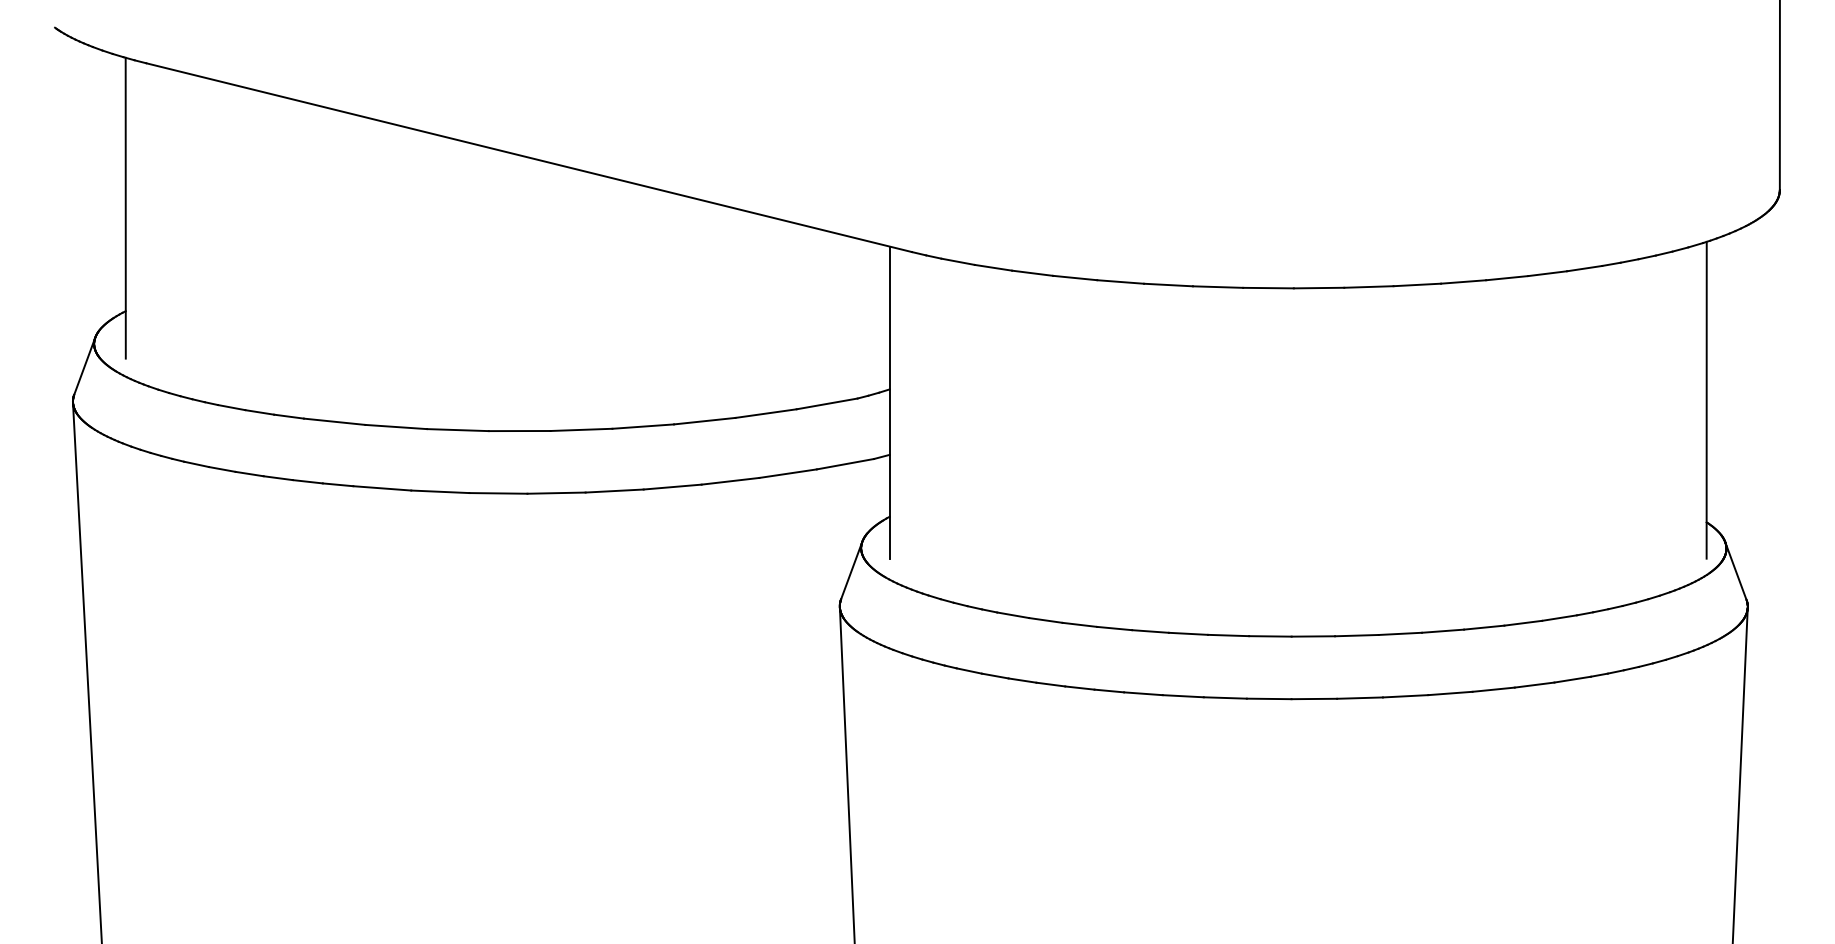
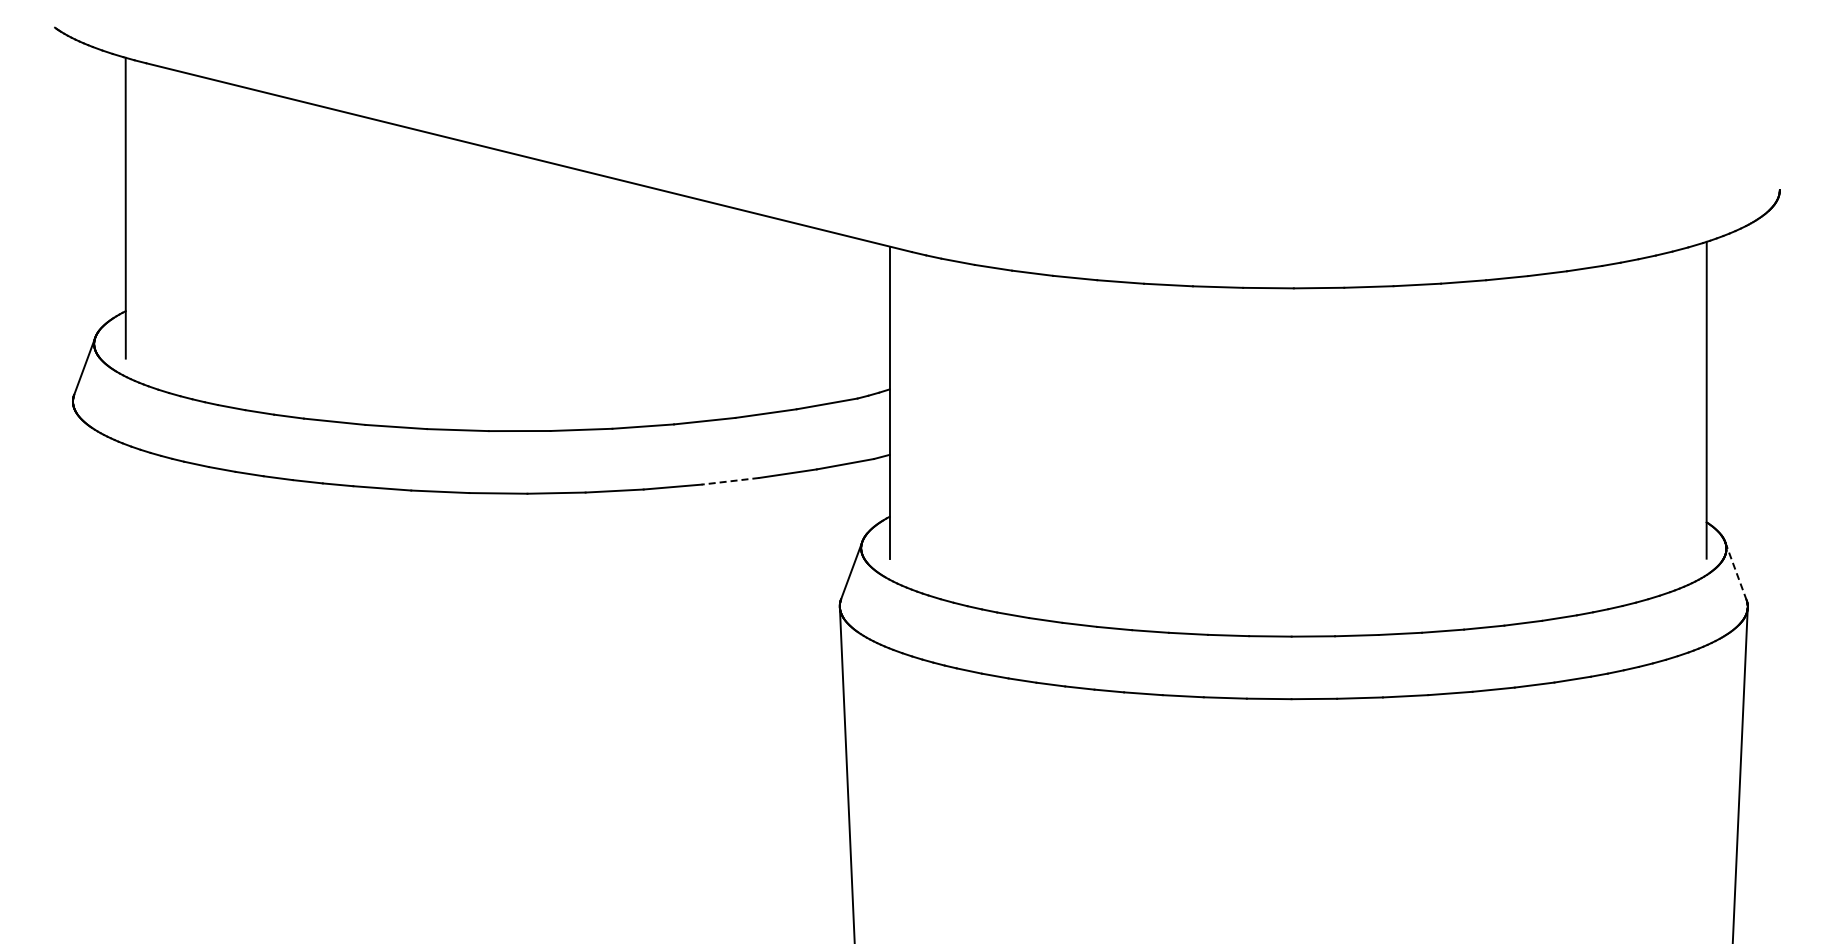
line at (1779, 96): present -> none
line at (729, 481): solid -> dashed
line at (1735, 571): solid -> dashed
line at (87, 671): present -> none
